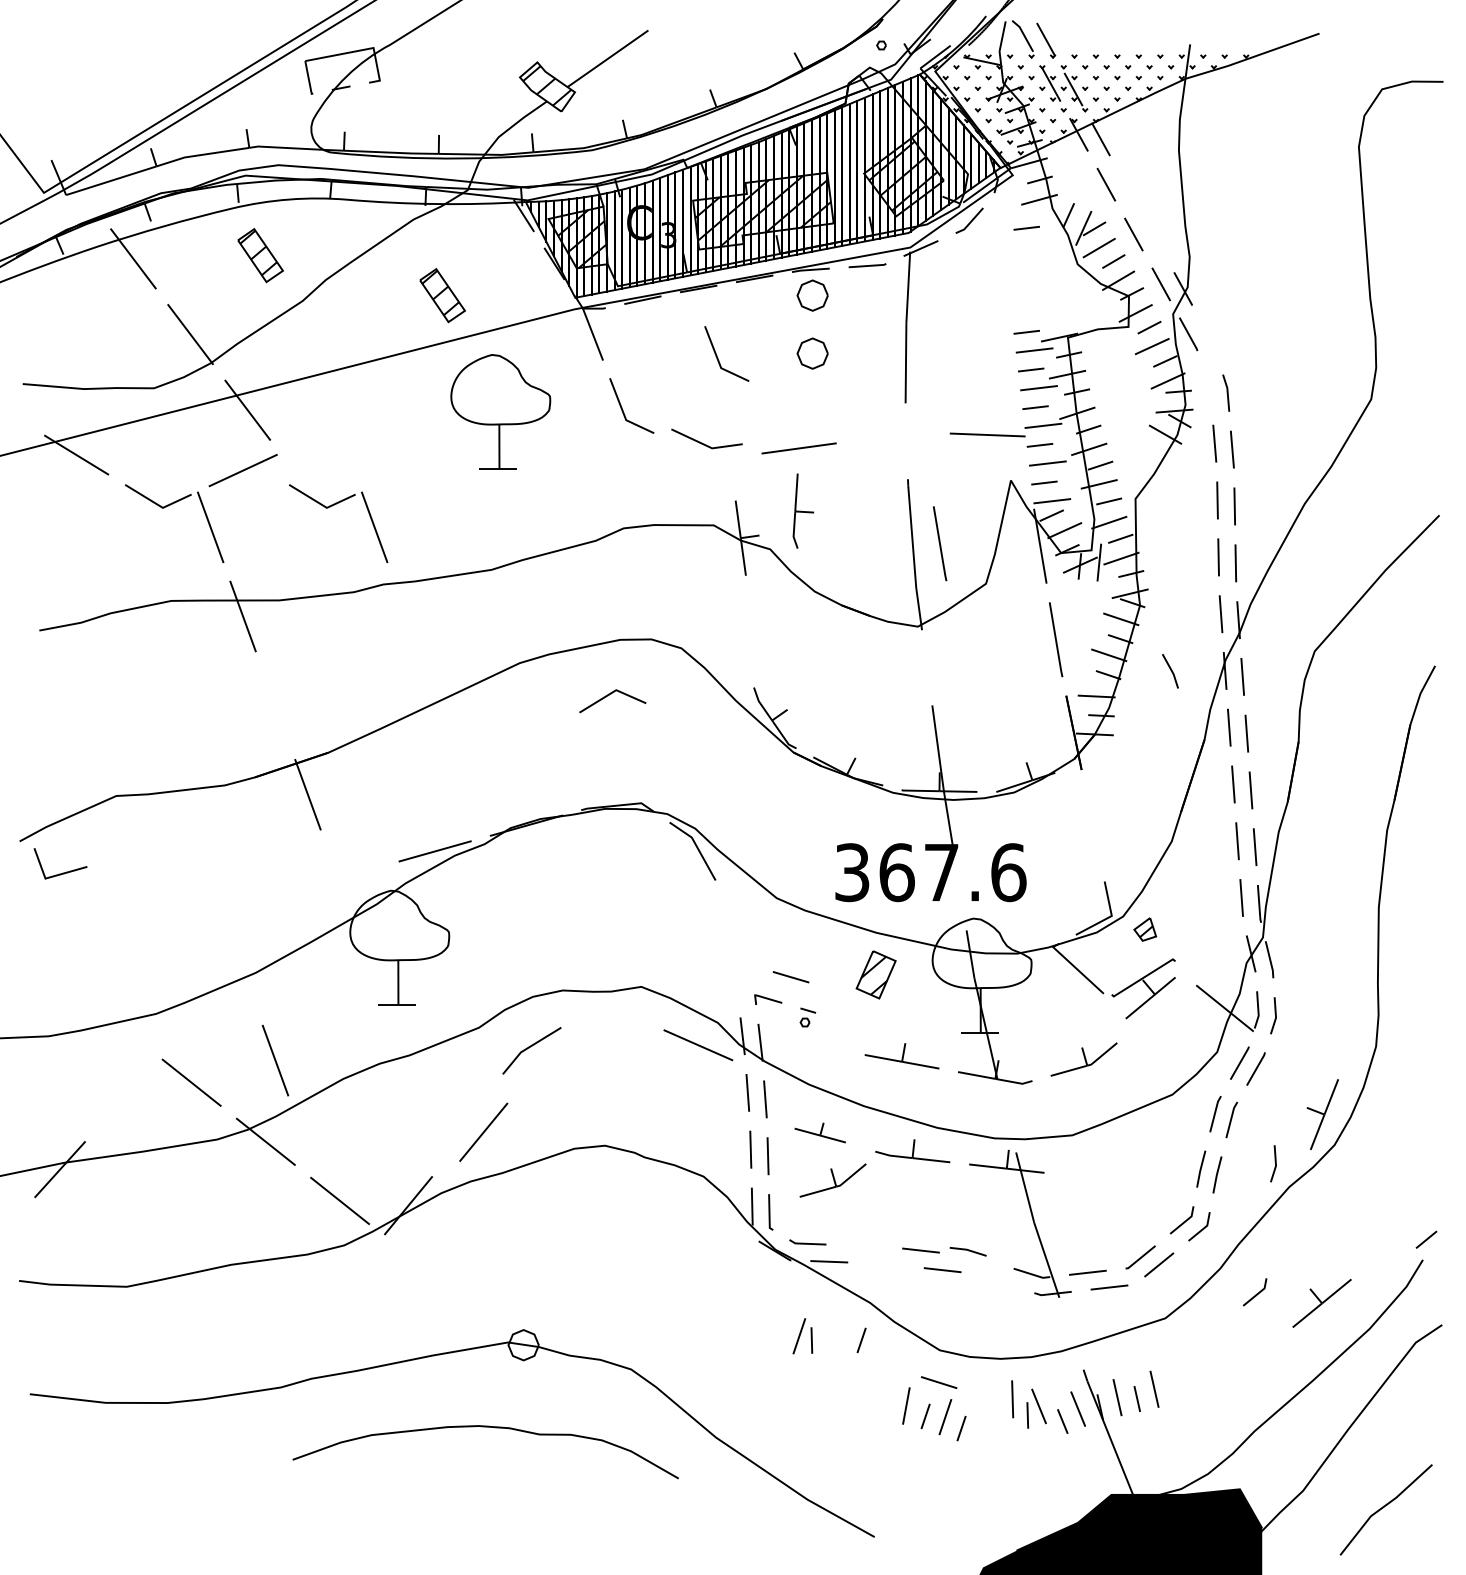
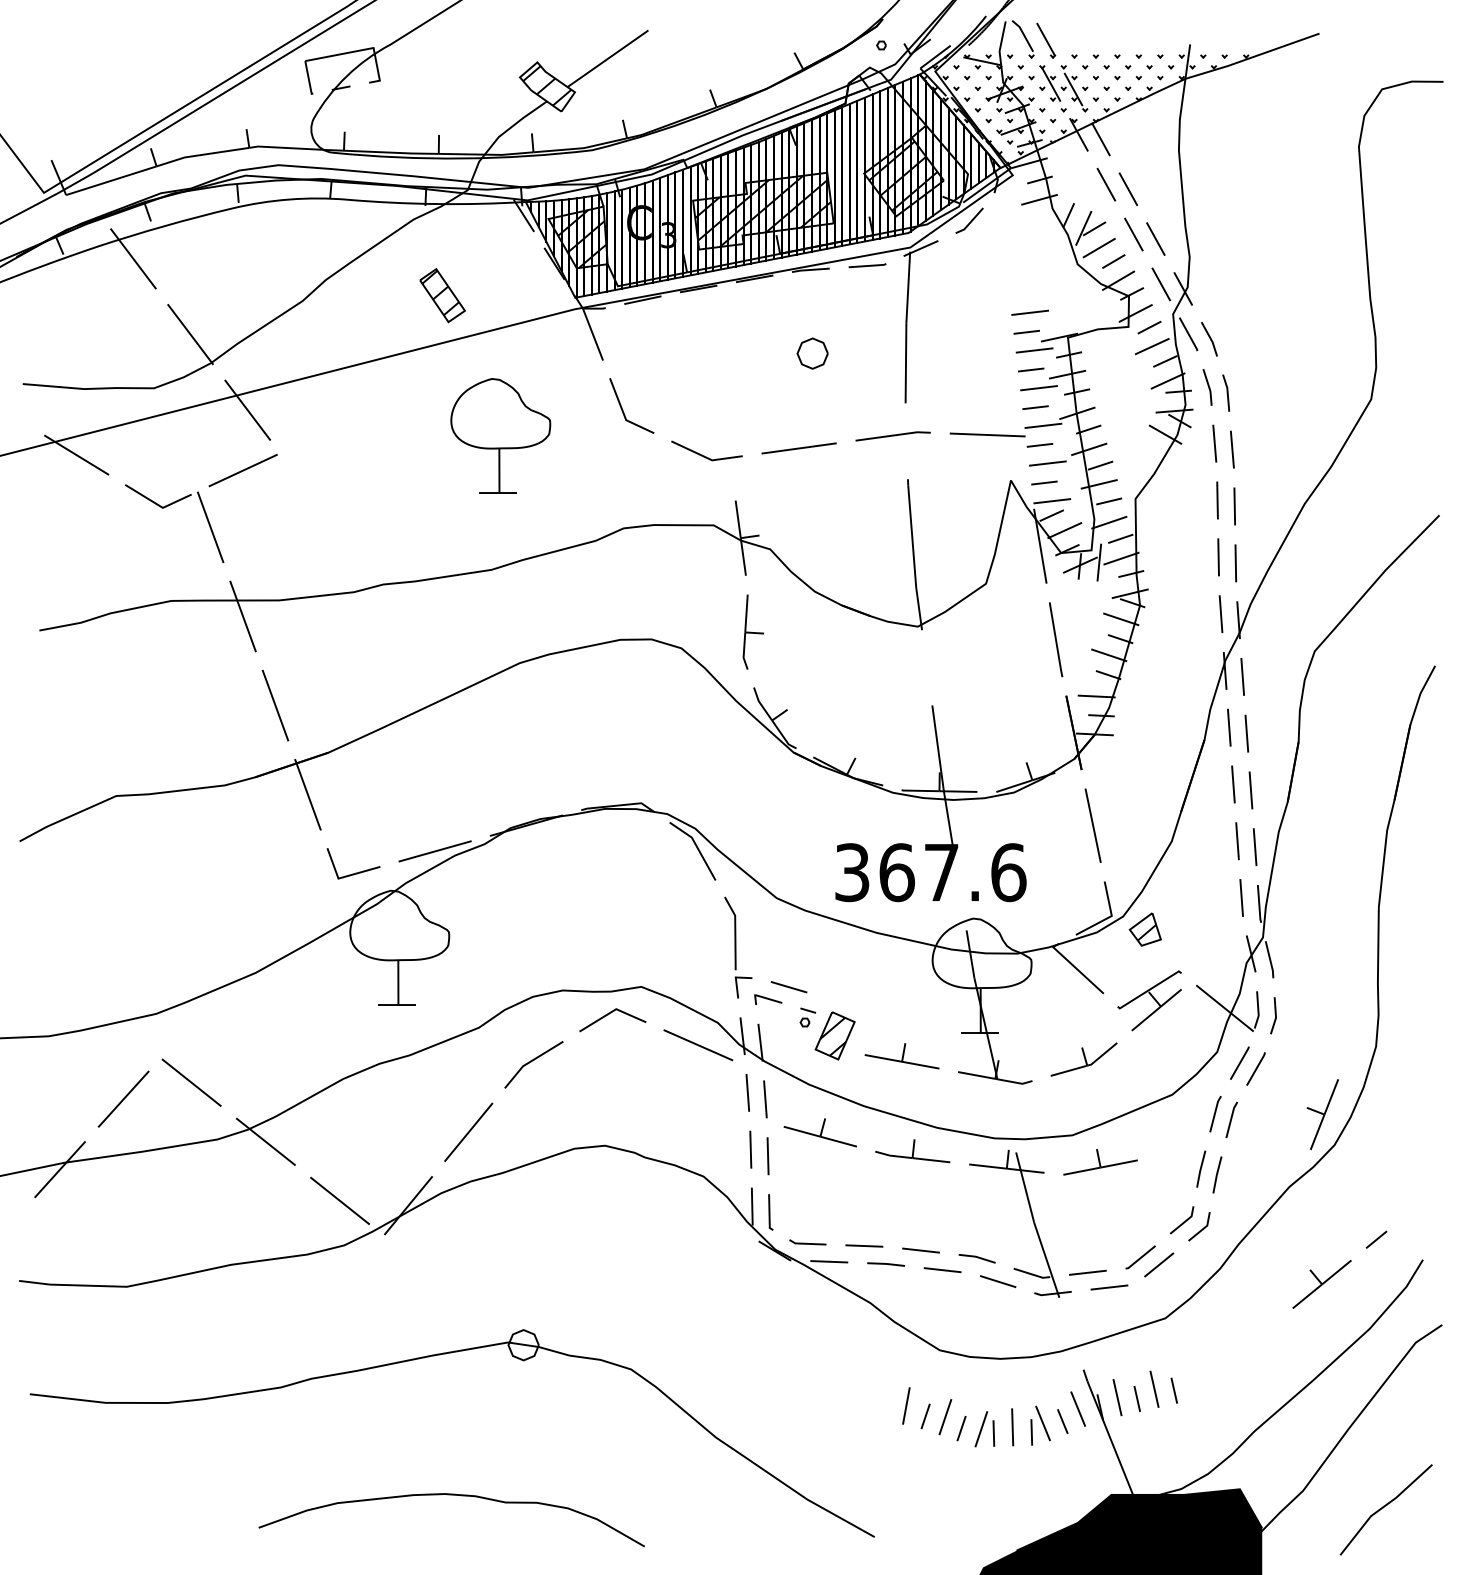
line at (1128, 188): none -> present
line at (1026, 228): present -> none
line at (1155, 238): none -> present
part at (260, 255): present -> none
part at (812, 295): present -> none
line at (1029, 312): none -> present
line at (718, 357): present -> none
line at (1208, 387): none -> present
part at (500, 411) position: (500, 411) -> (500, 435)
line at (892, 436): none -> present
line at (704, 443) position: (704, 443) -> (704, 455)
part at (330, 507): present -> none
part at (803, 510) position: (803, 510) -> (753, 631)
line at (940, 543): present -> none
line at (1170, 670) position: (1170, 670) -> (1209, 338)
line at (608, 696) position: (608, 696) -> (608, 1015)
line at (1092, 825): none -> present
line at (62, 872) position: (62, 872) -> (355, 872)
part at (1145, 929) size: 25x25 px -> 34x35 px
part at (738, 947): none -> present
part at (875, 974) position: (875, 974) -> (834, 1035)
line at (790, 977) position: (790, 977) -> (788, 987)
part at (1143, 988) position: (1143, 988) -> (1149, 1000)
line at (529, 1048) position: (529, 1048) -> (531, 1062)
line at (275, 1060) position: (275, 1060) -> (275, 705)
line at (123, 1098): none -> present
line at (483, 1131) position: (483, 1131) -> (468, 1131)
part at (819, 1132) size: 52x22 px -> 74x30 px
part at (1100, 1162): none -> present
line at (1274, 1162): present -> none
part at (832, 1180): present -> none
line at (1426, 1239) position: (1426, 1239) -> (1376, 1239)
line at (864, 1245): none -> present
line at (967, 1250) position: (967, 1250) -> (976, 1257)
line at (885, 1264): none -> present
line at (1256, 1293): present -> none
part at (1321, 1302) position: (1321, 1302) -> (1321, 1283)
part at (802, 1336) position: (802, 1336) -> (984, 1429)
line at (861, 1339): present -> none
line at (939, 1382) position: (939, 1382) -> (998, 1281)
line at (1173, 1390): none -> present
line at (1012, 1399) position: (1012, 1399) -> (1012, 1427)
part at (1036, 1408) position: (1036, 1408) -> (1040, 1425)
curve at (485, 1427) position: (485, 1427) -> (451, 1495)
